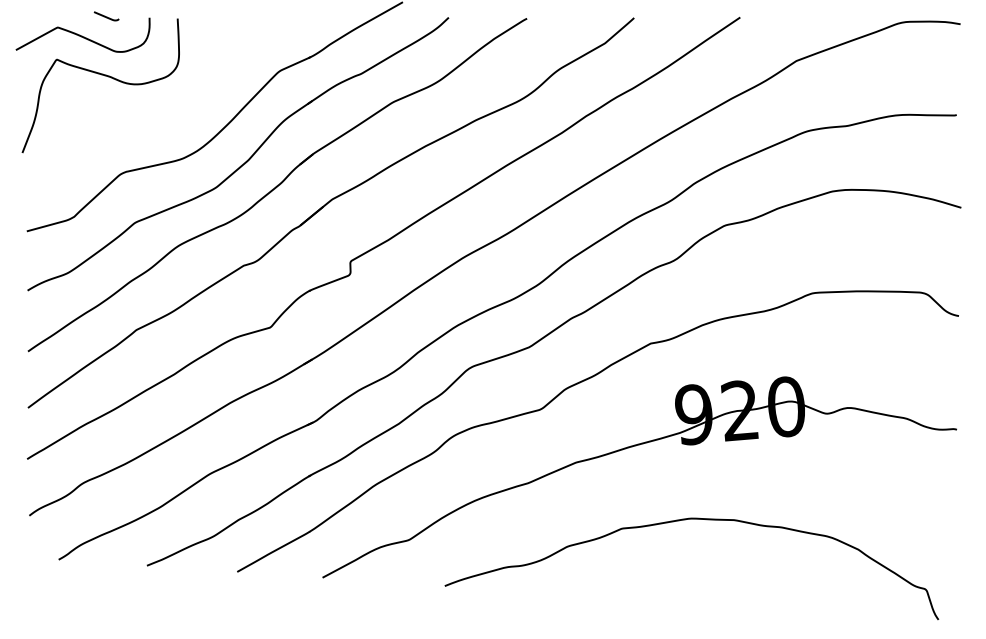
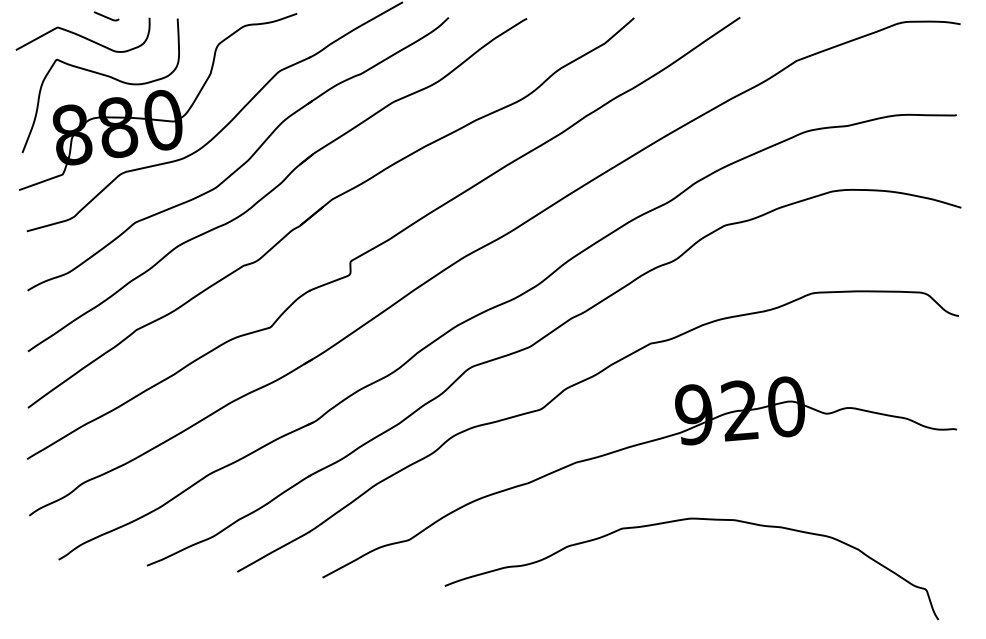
part at (158, 101): none -> present
